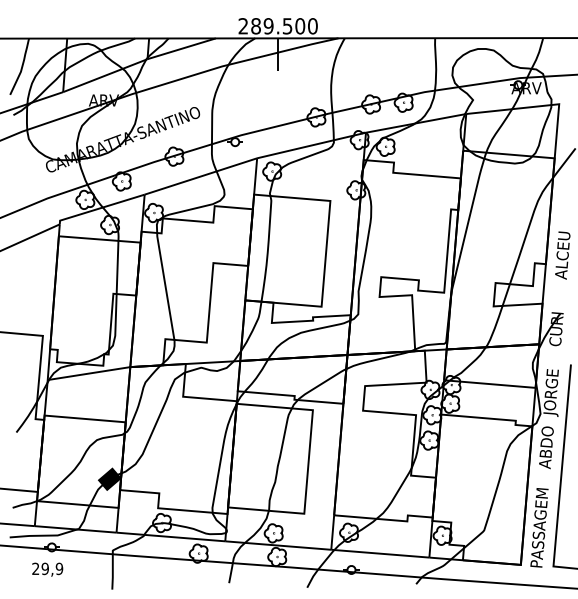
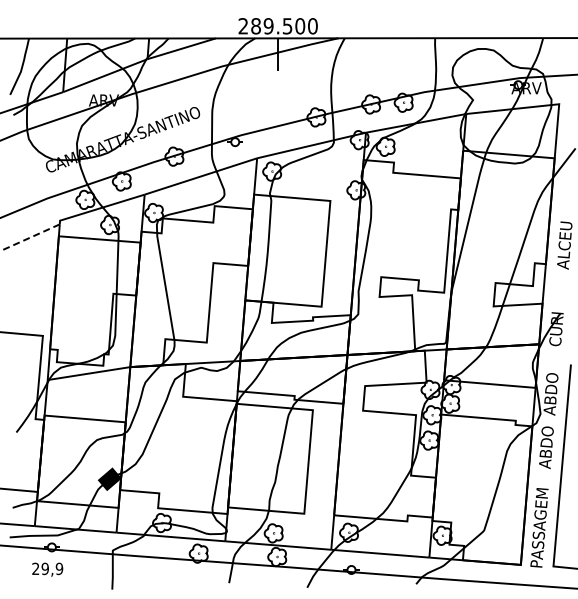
line at (29, 237): solid -> dashed
text at (562, 255) position: (562, 255) -> (564, 245)
text at (550, 392): JORGE -> ABDO
